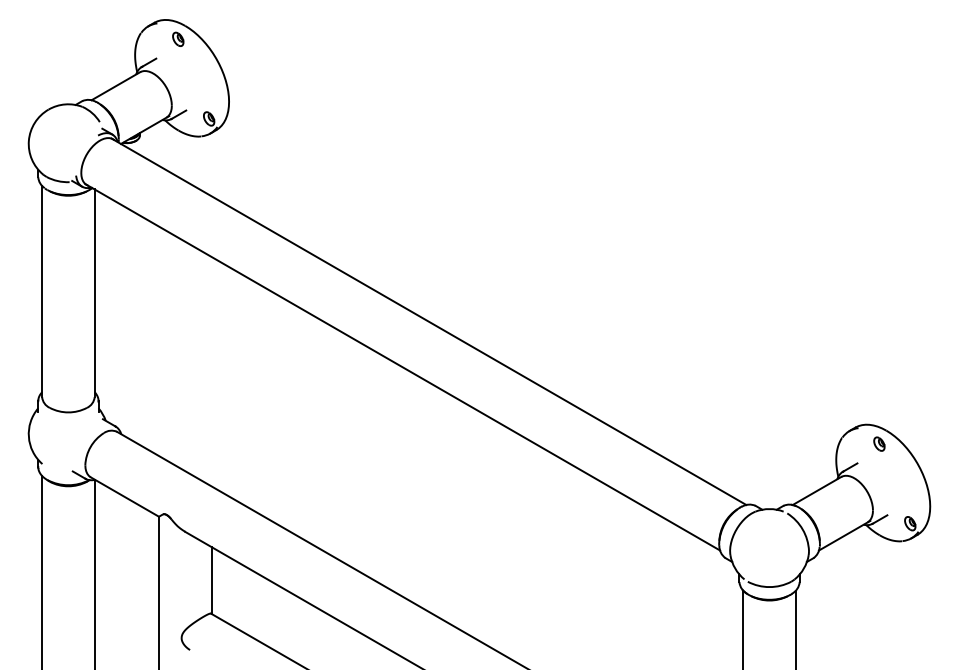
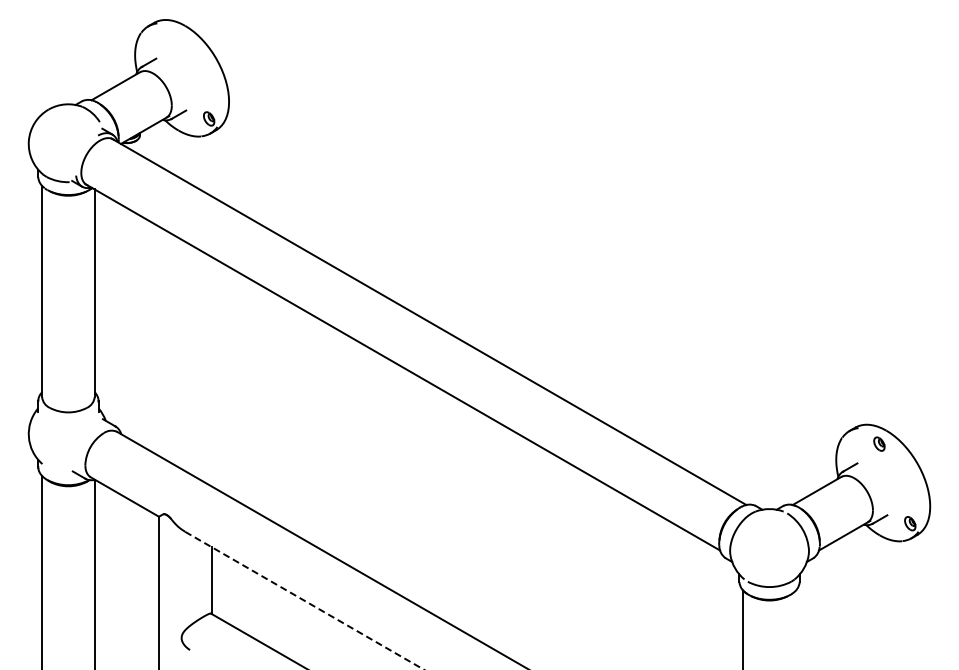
part at (178, 38): present -> none
line at (304, 600): solid -> dashed
line at (795, 628): present -> none
